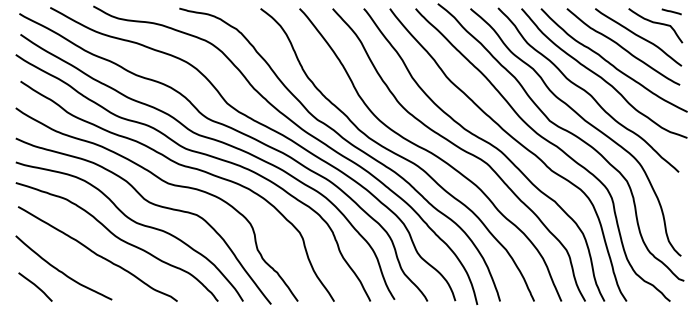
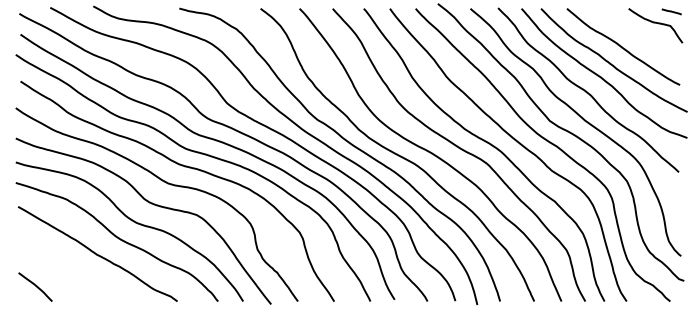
curve at (638, 37): present -> none
curve at (62, 271): present -> none
